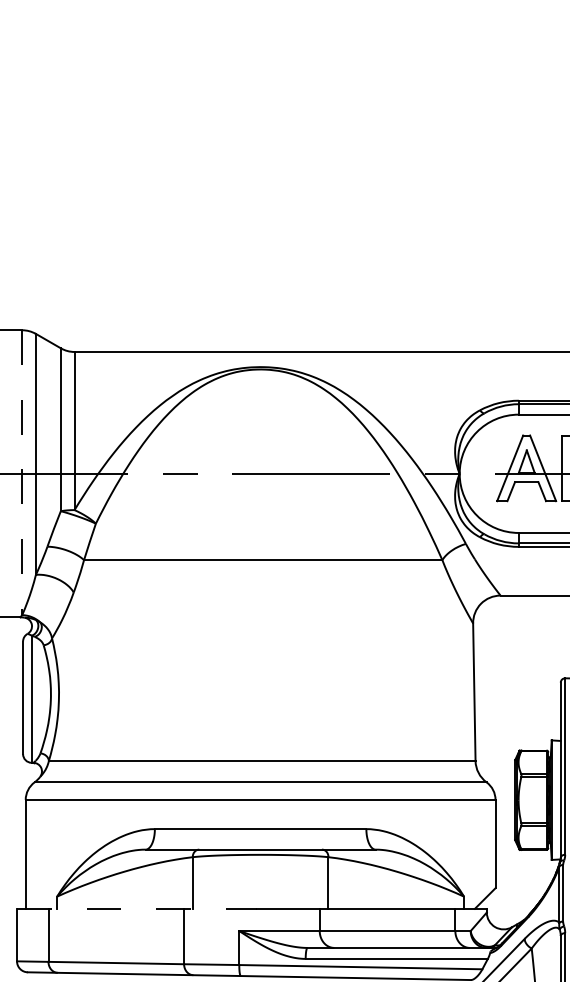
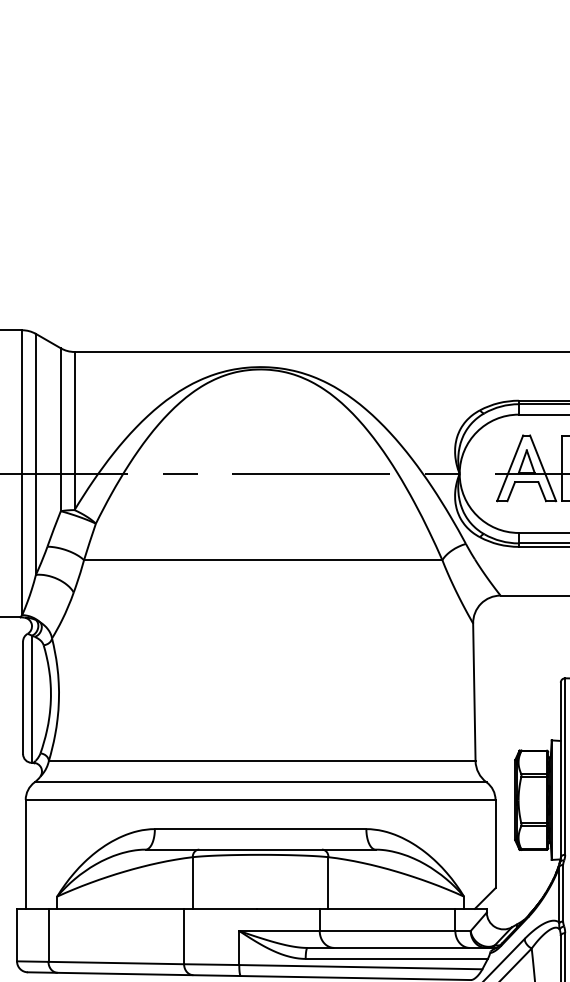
line at (22, 473): dashed -> solid
line at (137, 908): dashed -> solid
